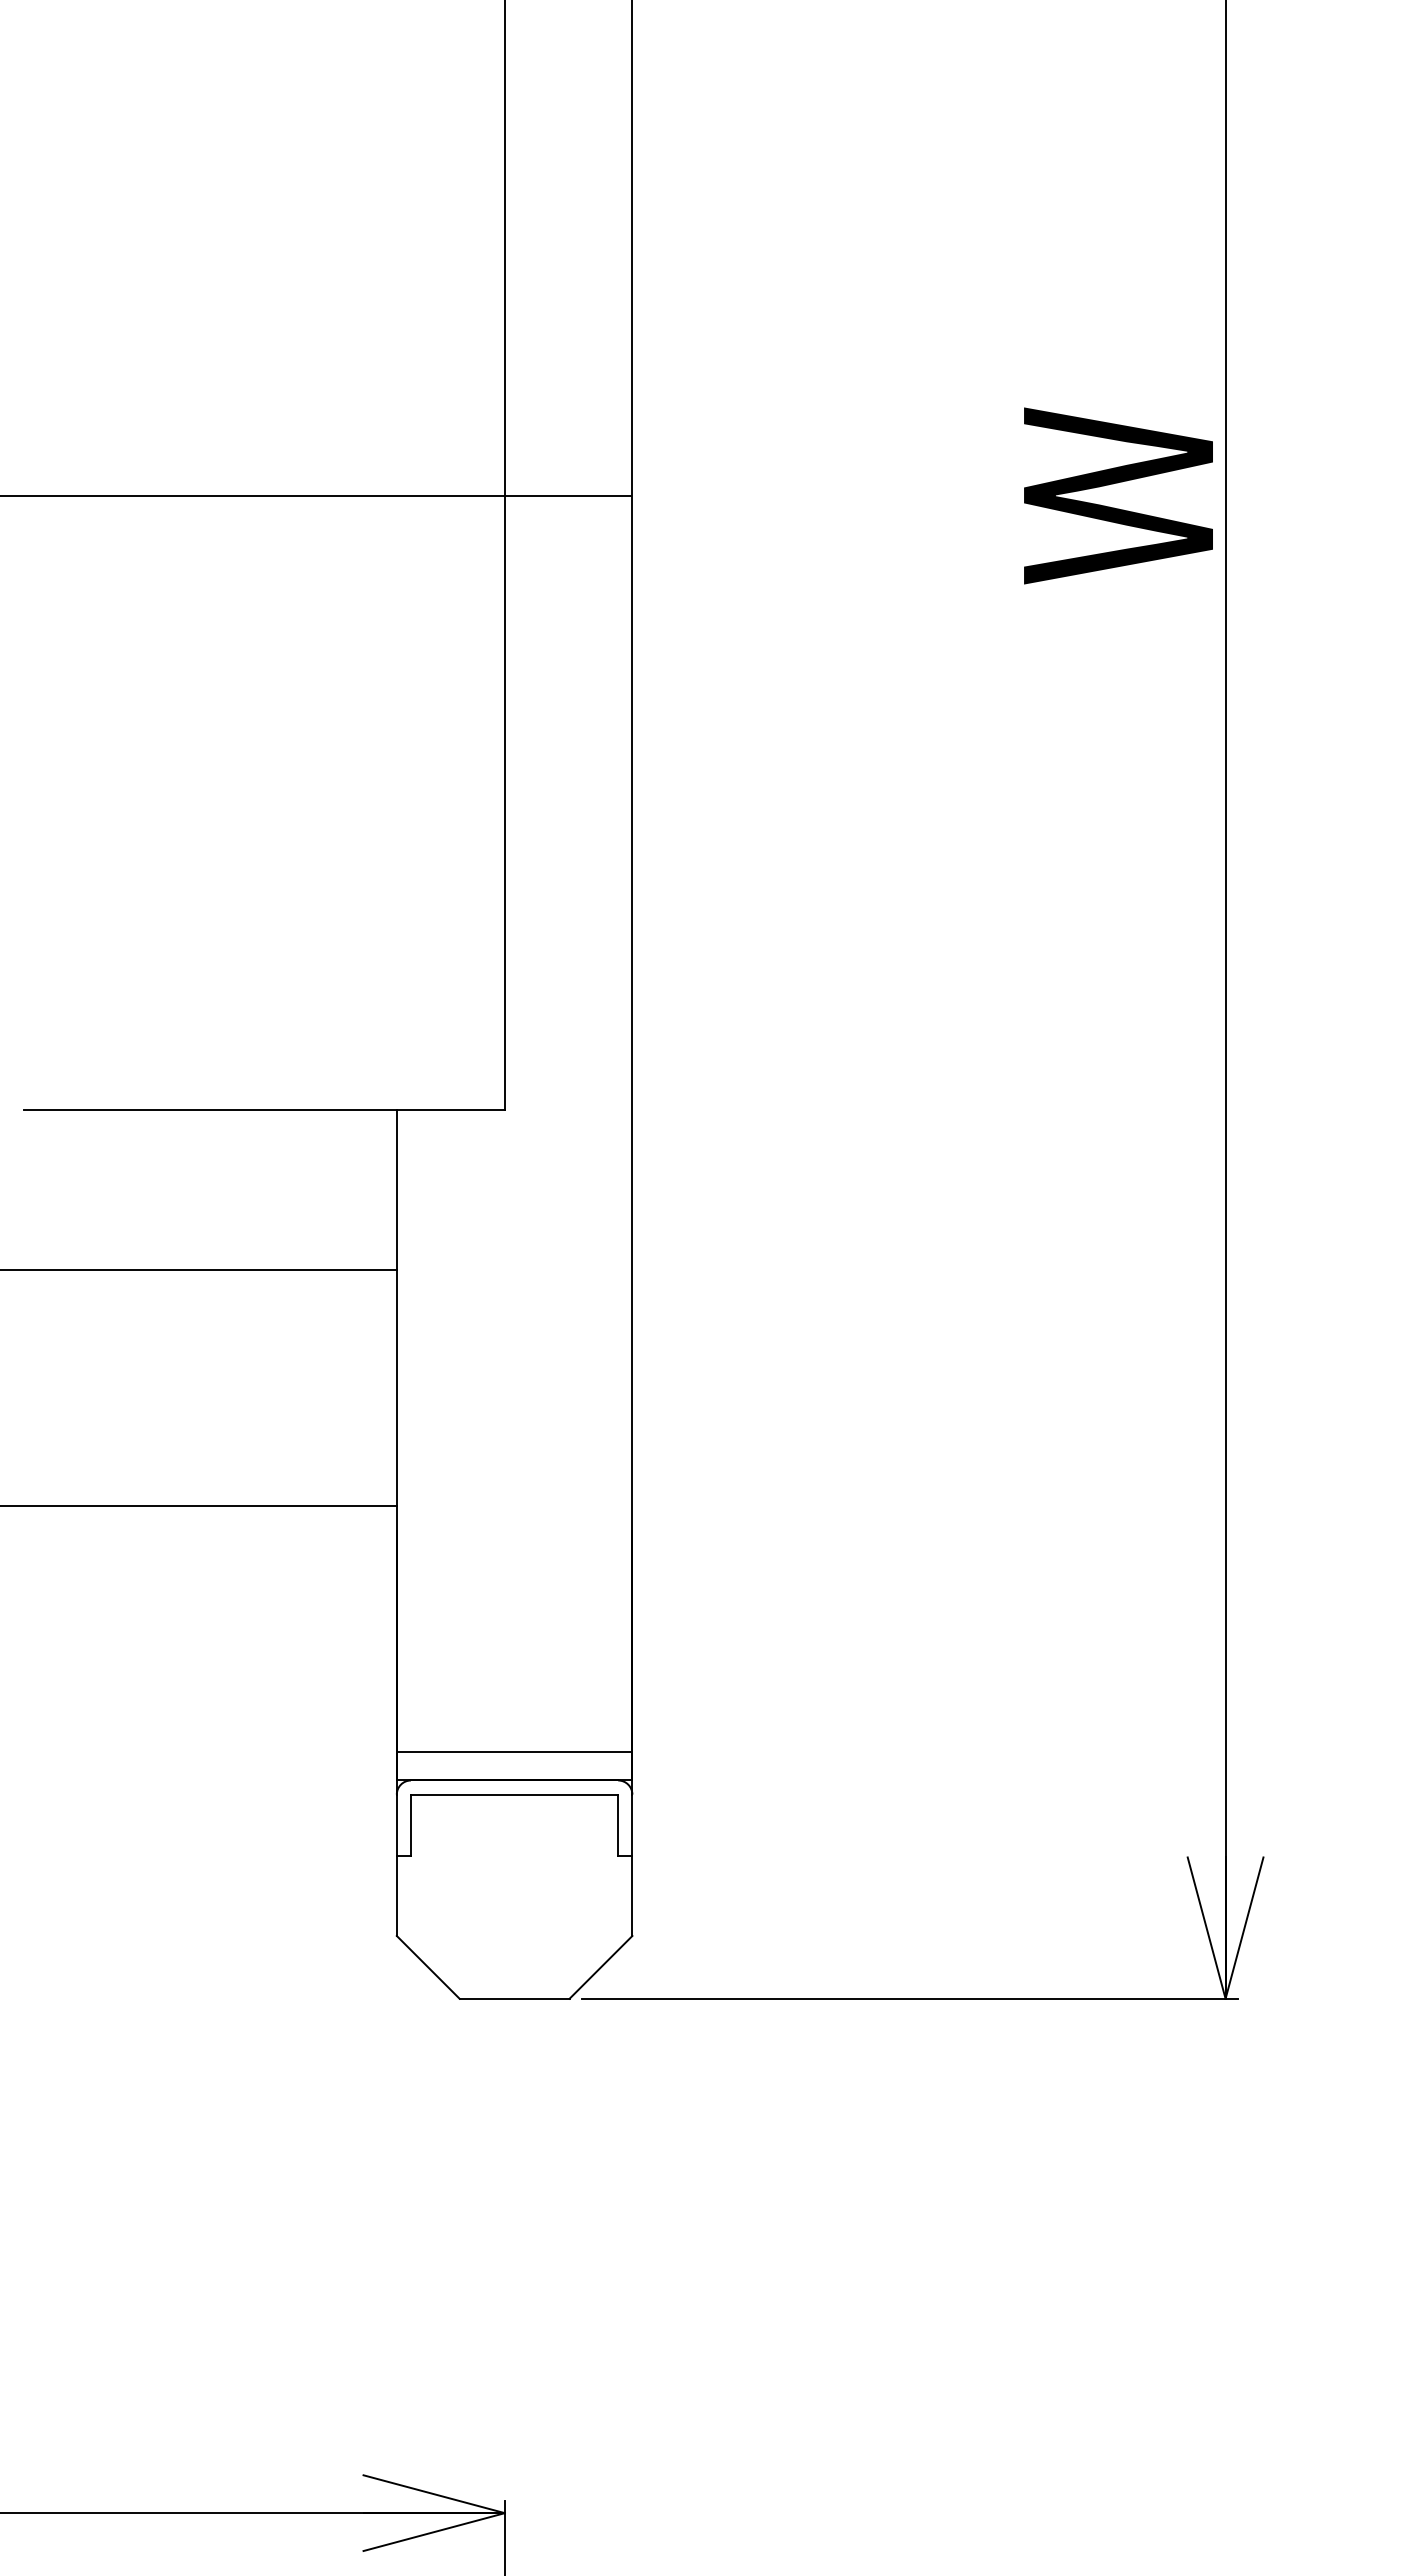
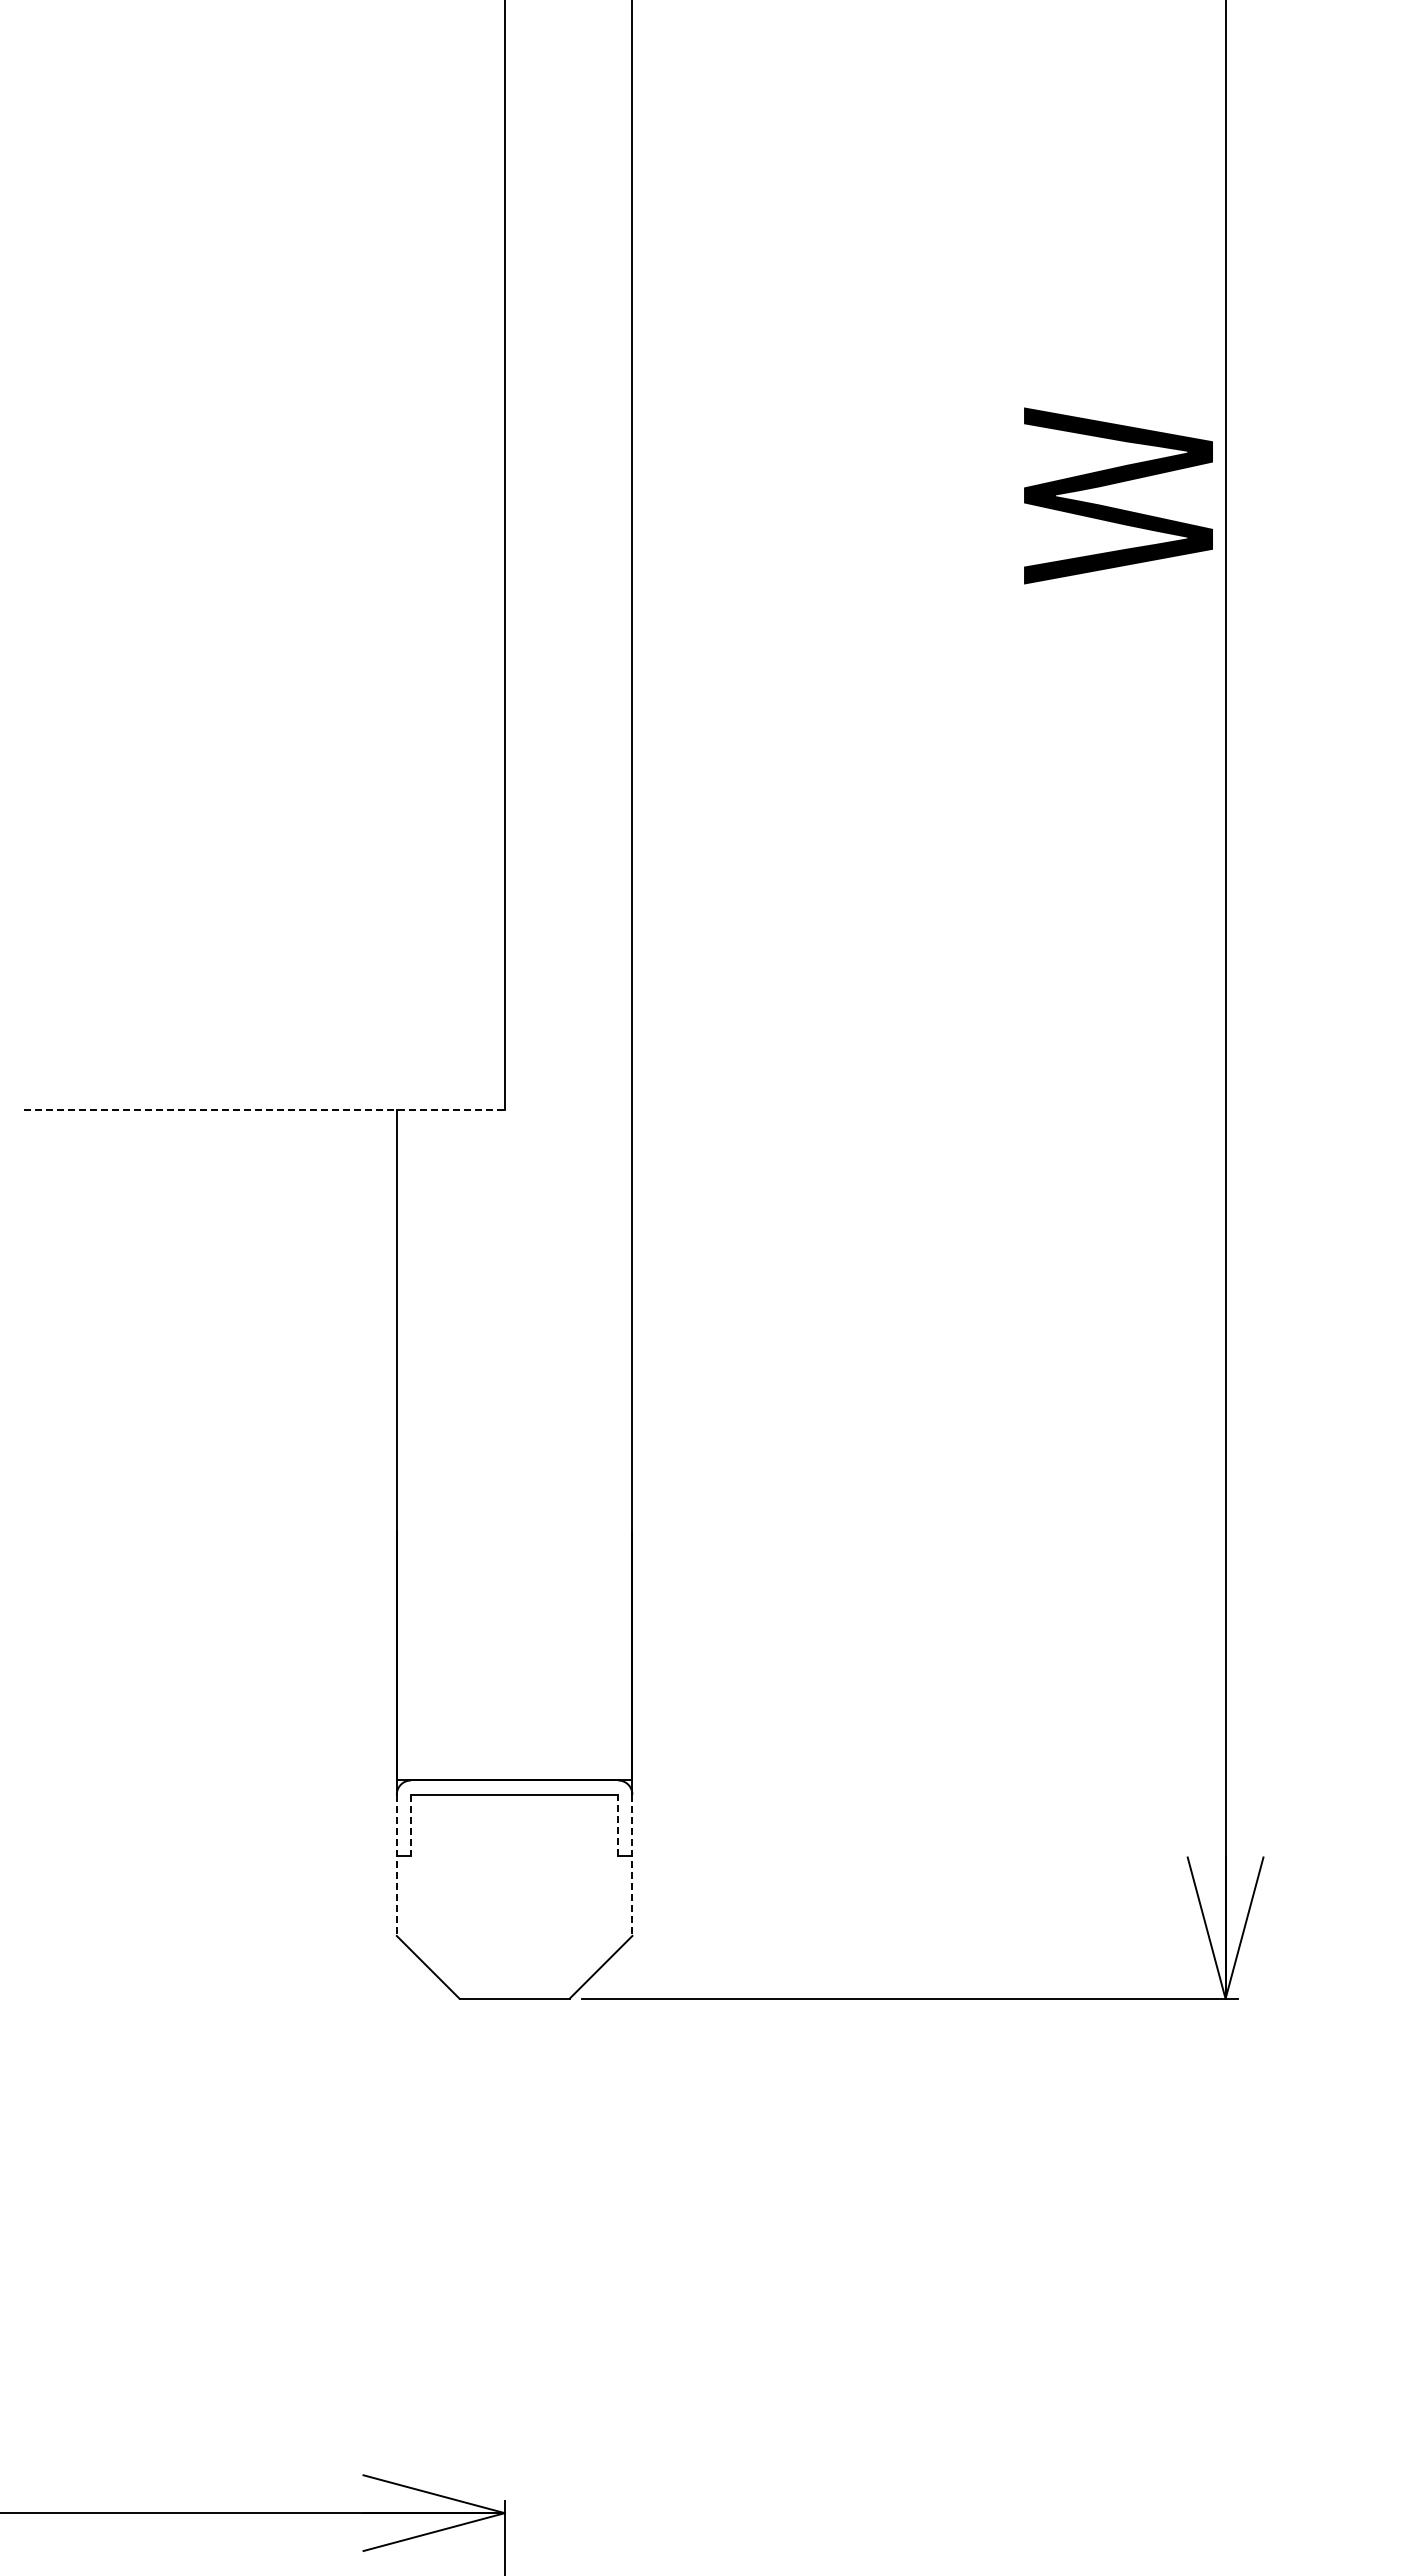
line at (317, 495): present -> none
line at (265, 1109): solid -> dashed
line at (199, 1270): present -> none
line at (199, 1505): present -> none
line at (514, 1752): present -> none
line at (410, 1825): solid -> dashed
line at (618, 1825): solid -> dashed
line at (396, 1865): solid -> dashed
line at (632, 1865): solid -> dashed
